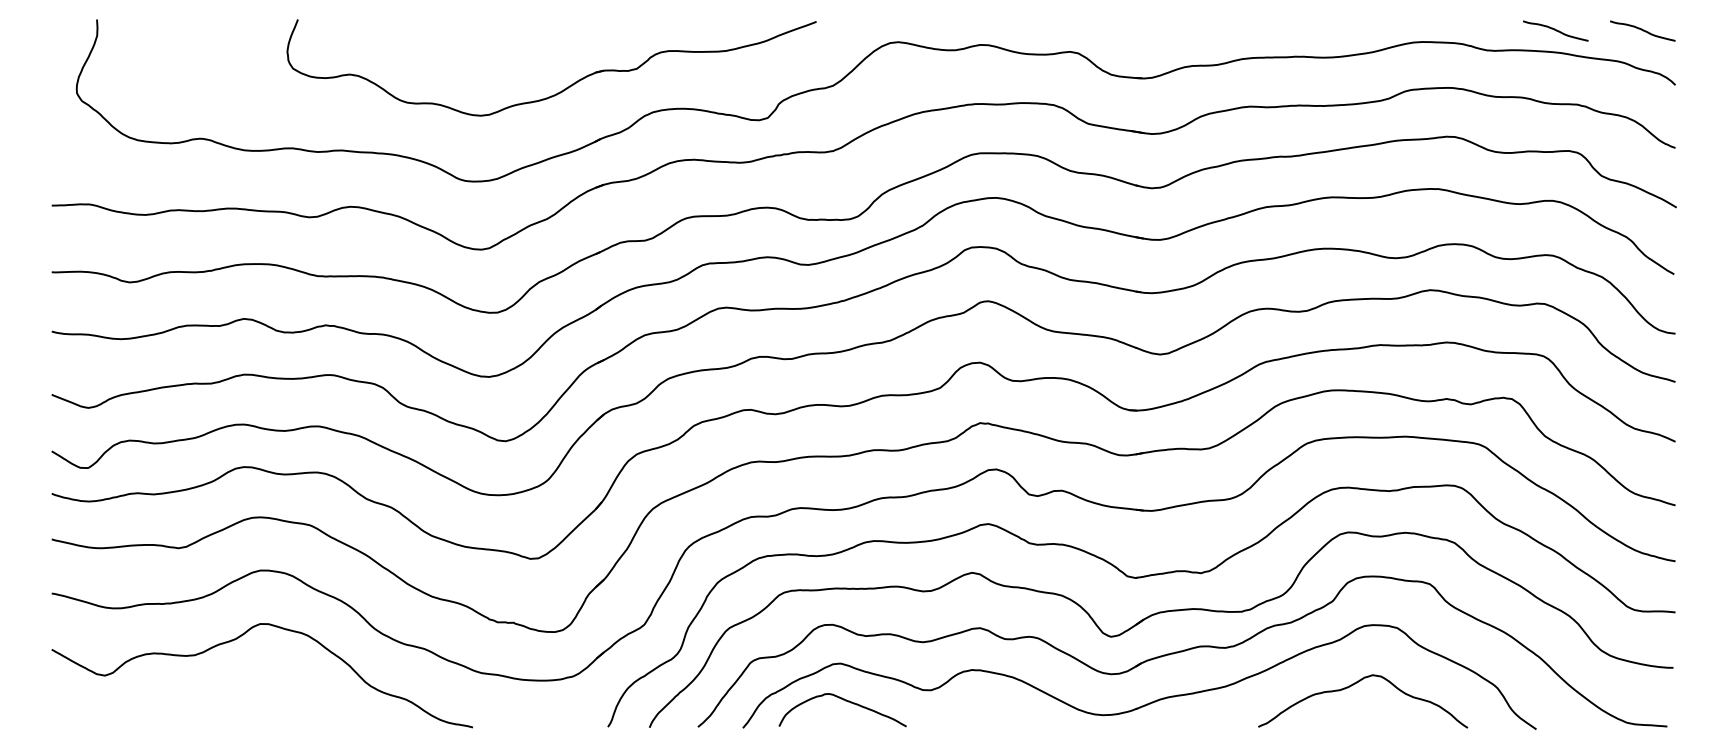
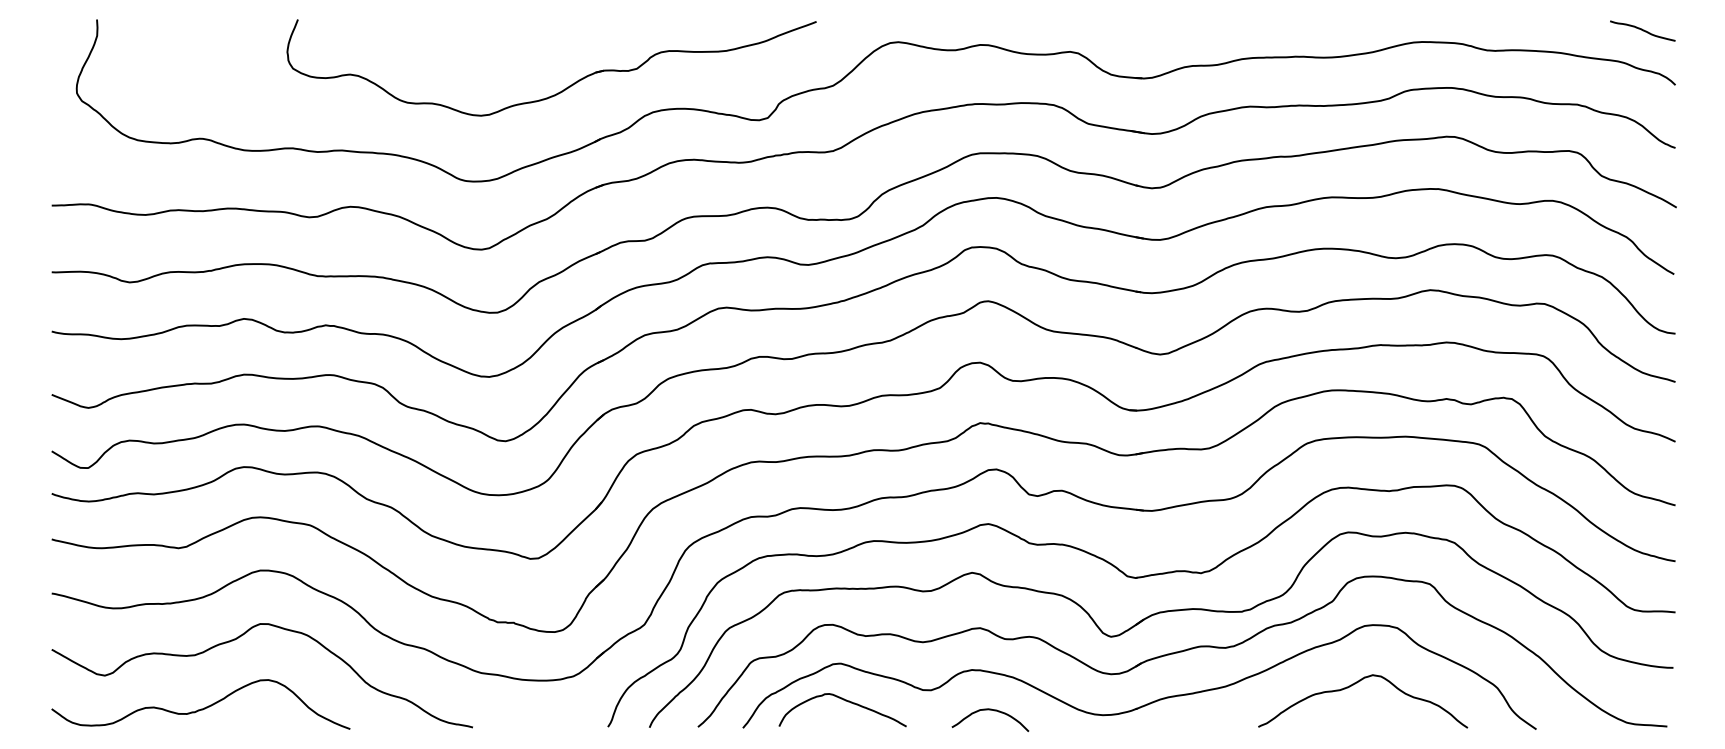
curve at (1555, 30): present -> none
curve at (201, 708): none -> present
curve at (994, 711): none -> present
